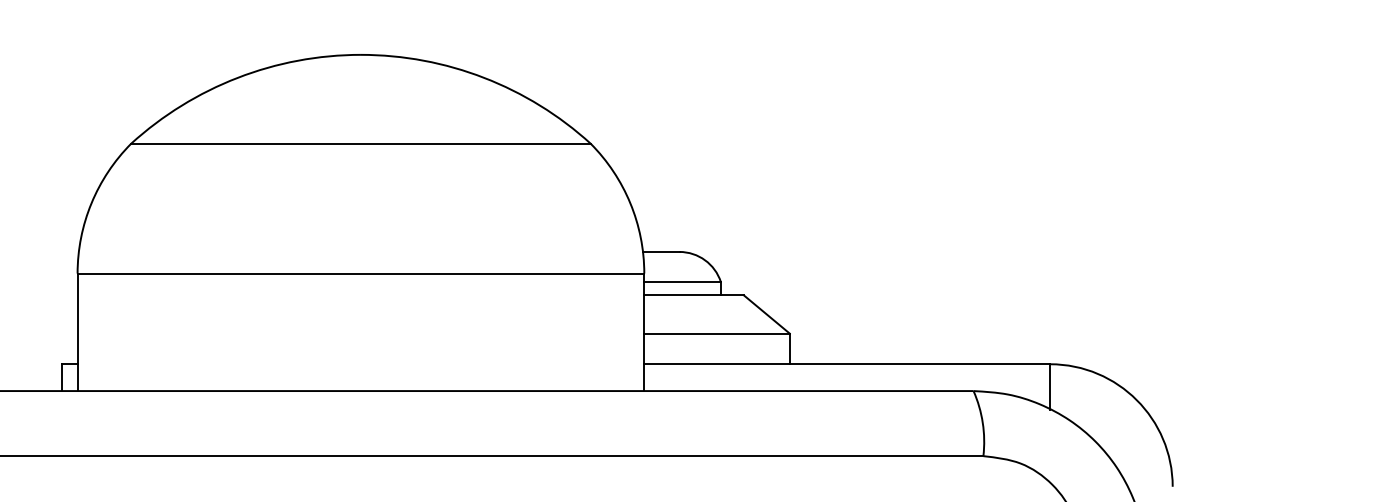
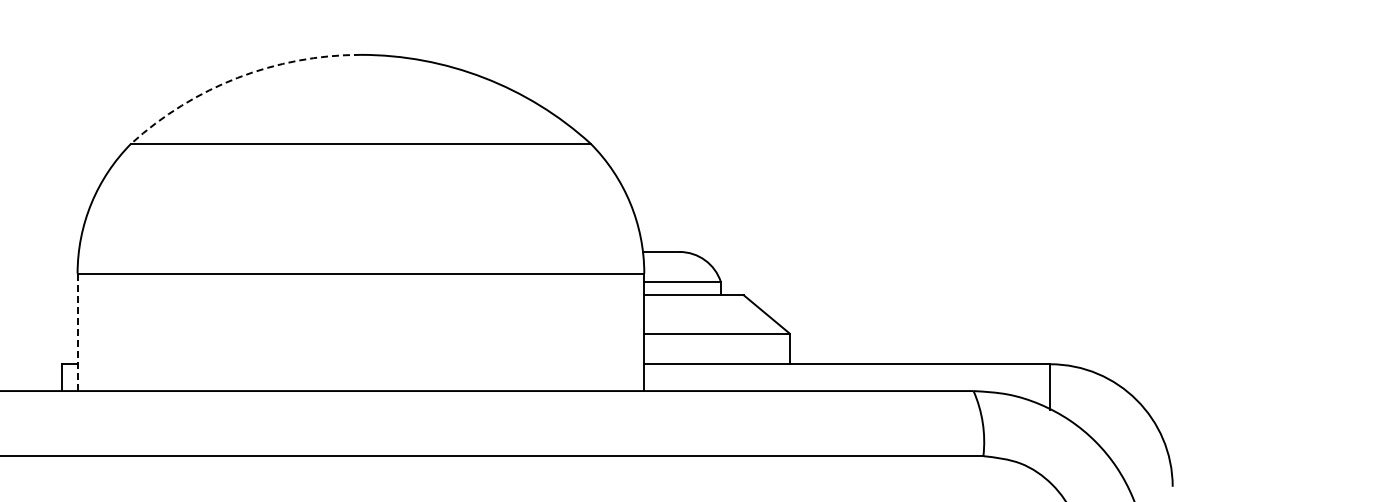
arc at (237, 77): solid -> dashed
line at (77, 332): solid -> dashed
